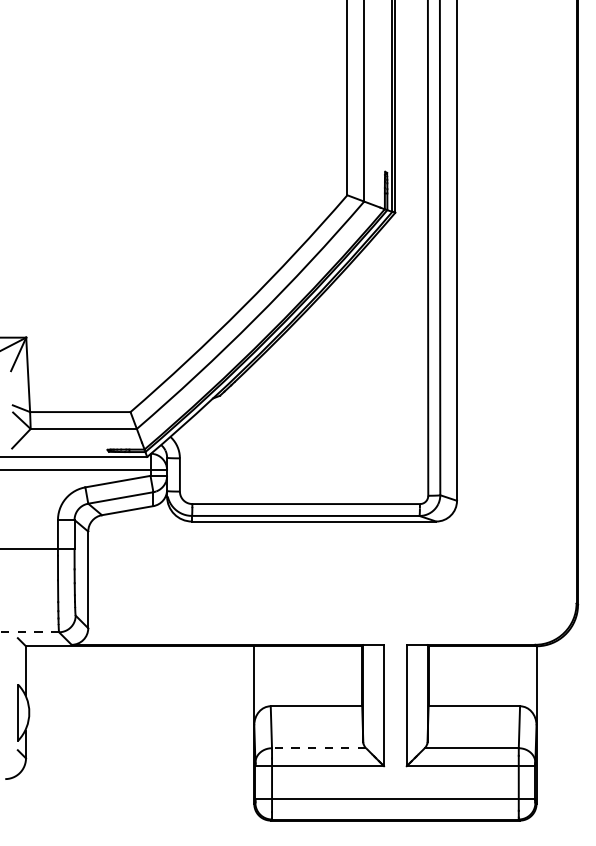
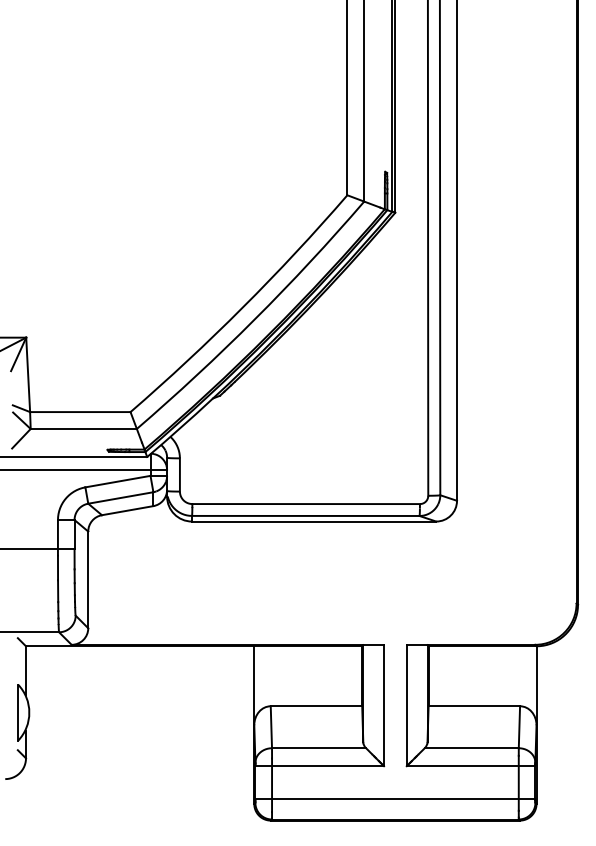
line at (29, 632): dashed -> solid
line at (318, 748): dashed -> solid
